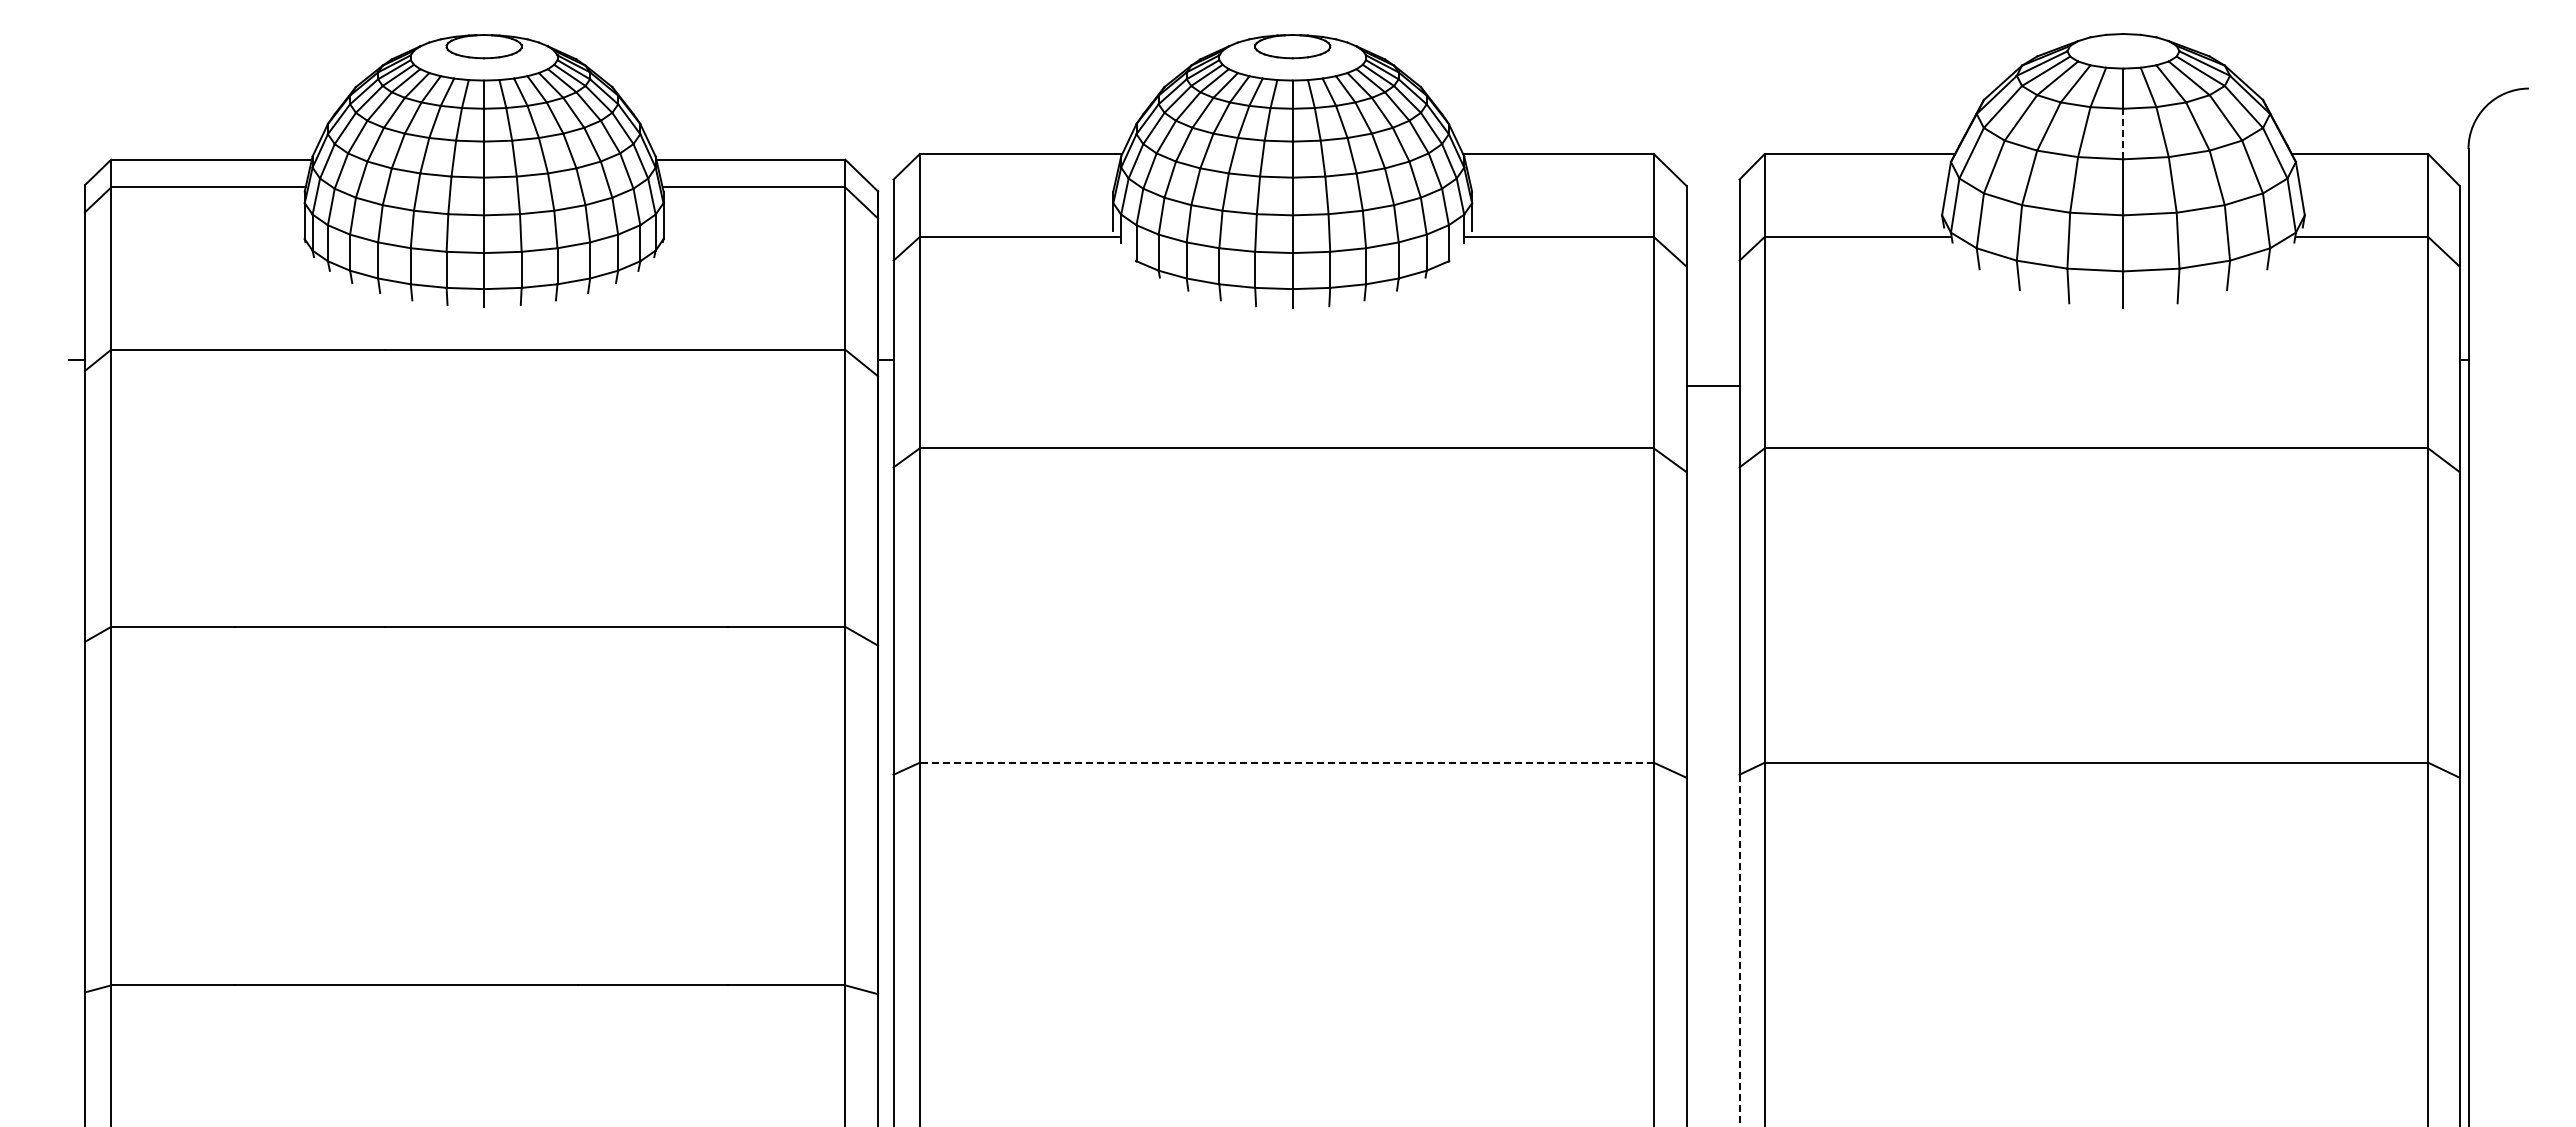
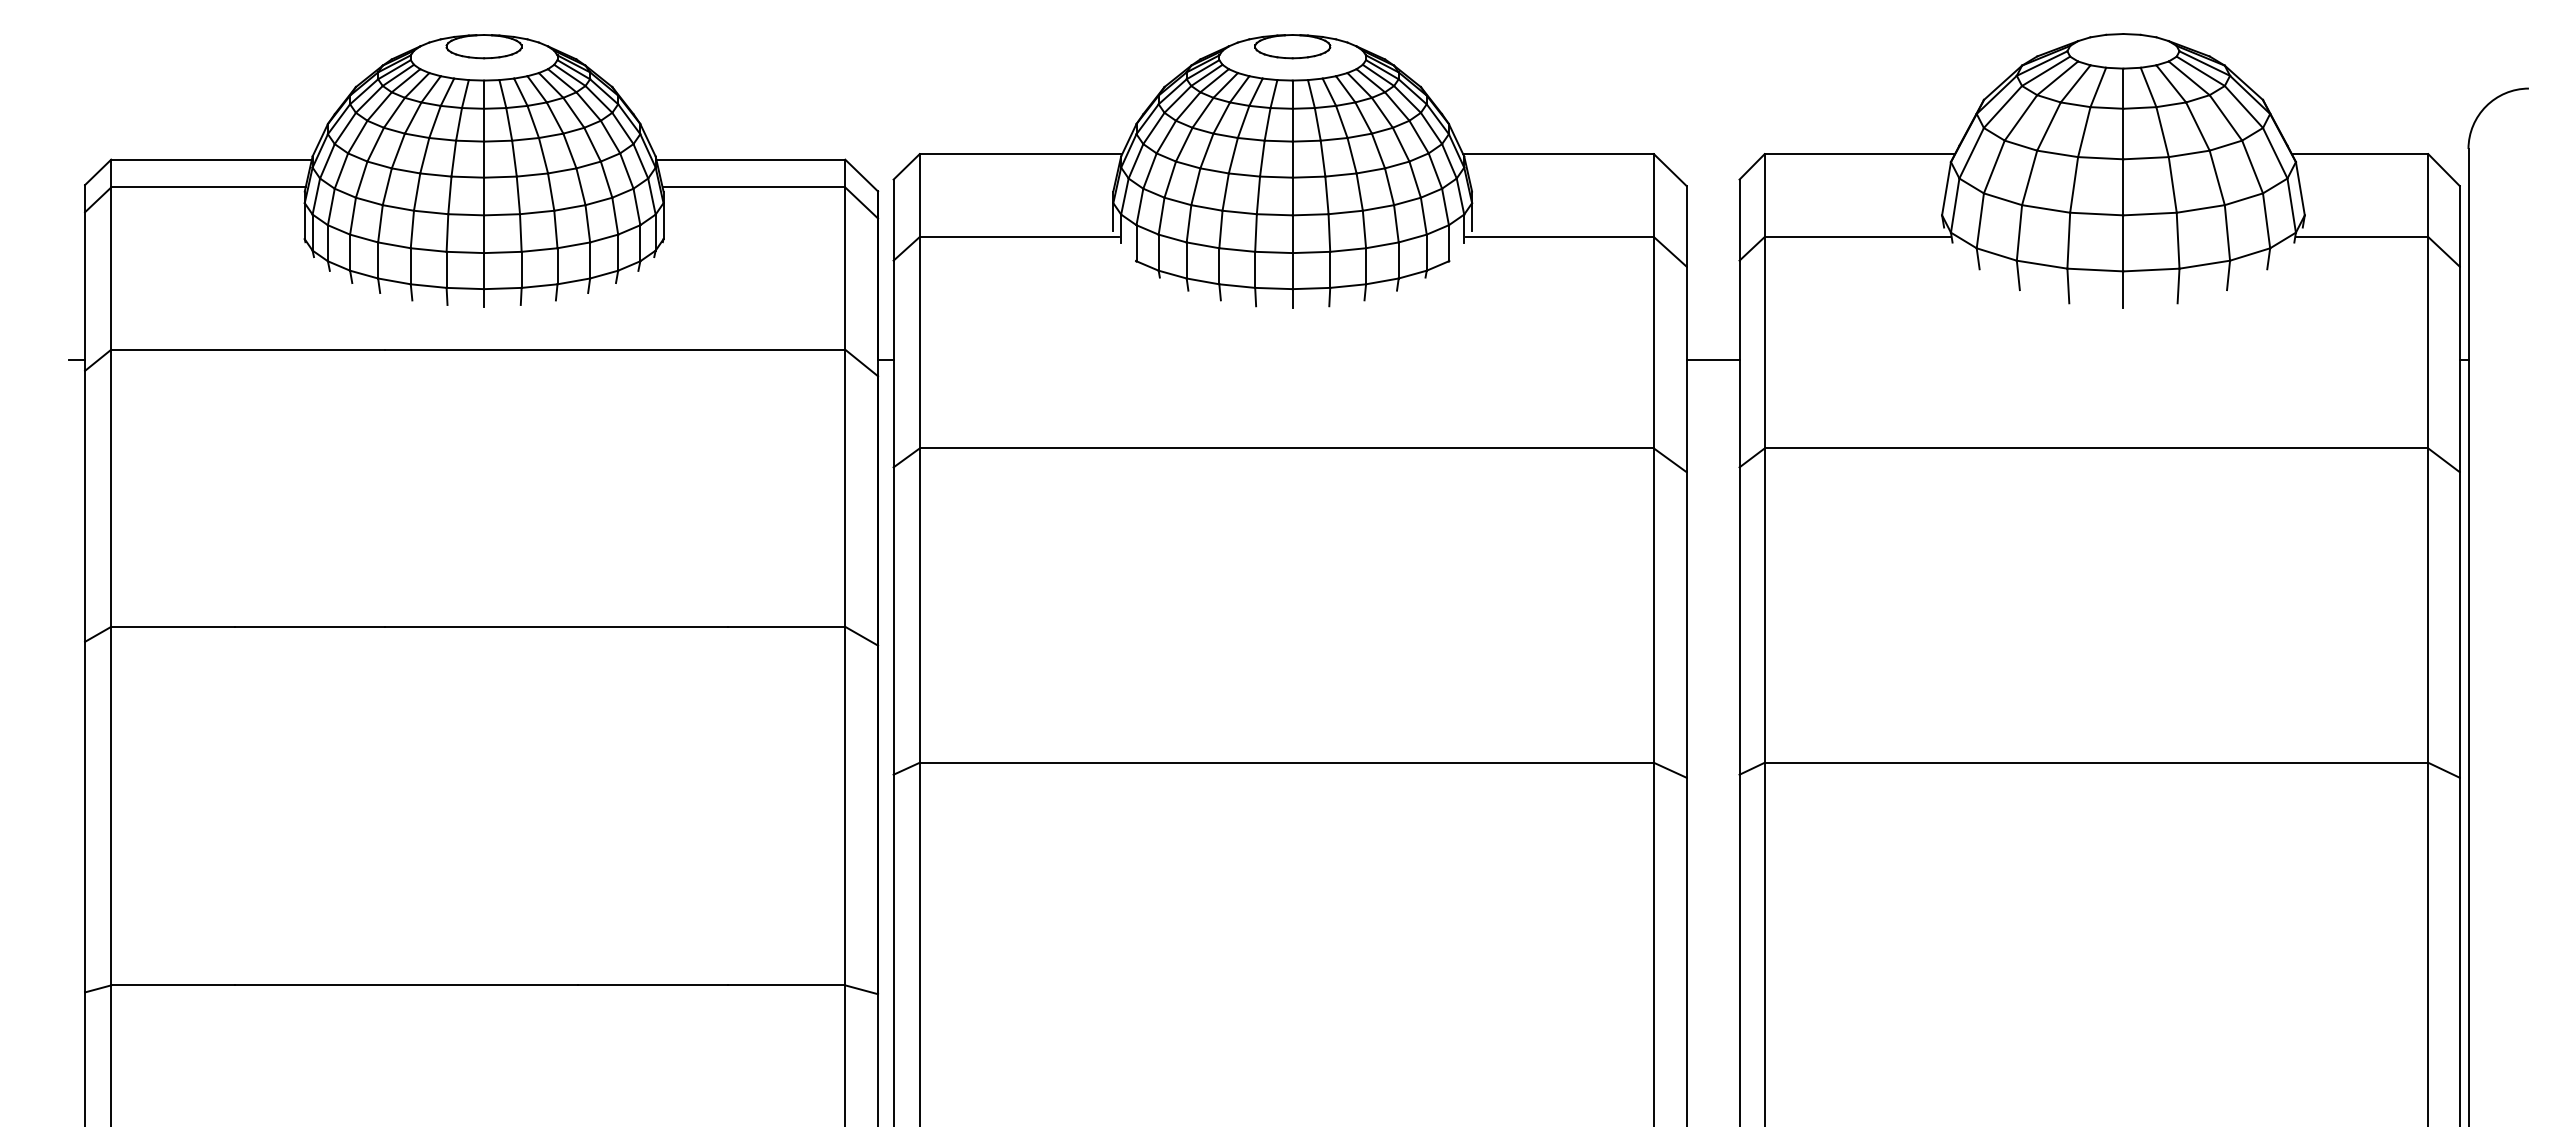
line at (2123, 133): dashed -> solid
line at (1712, 386) position: (1712, 386) -> (1712, 360)
line at (1286, 762): dashed -> solid
line at (1739, 950): dashed -> solid
